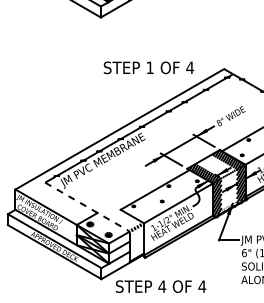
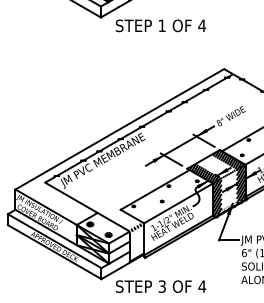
text at (148, 67) position: (148, 67) -> (160, 25)
line at (86, 206): dashed -> solid
text at (162, 286): 4 -> 3
